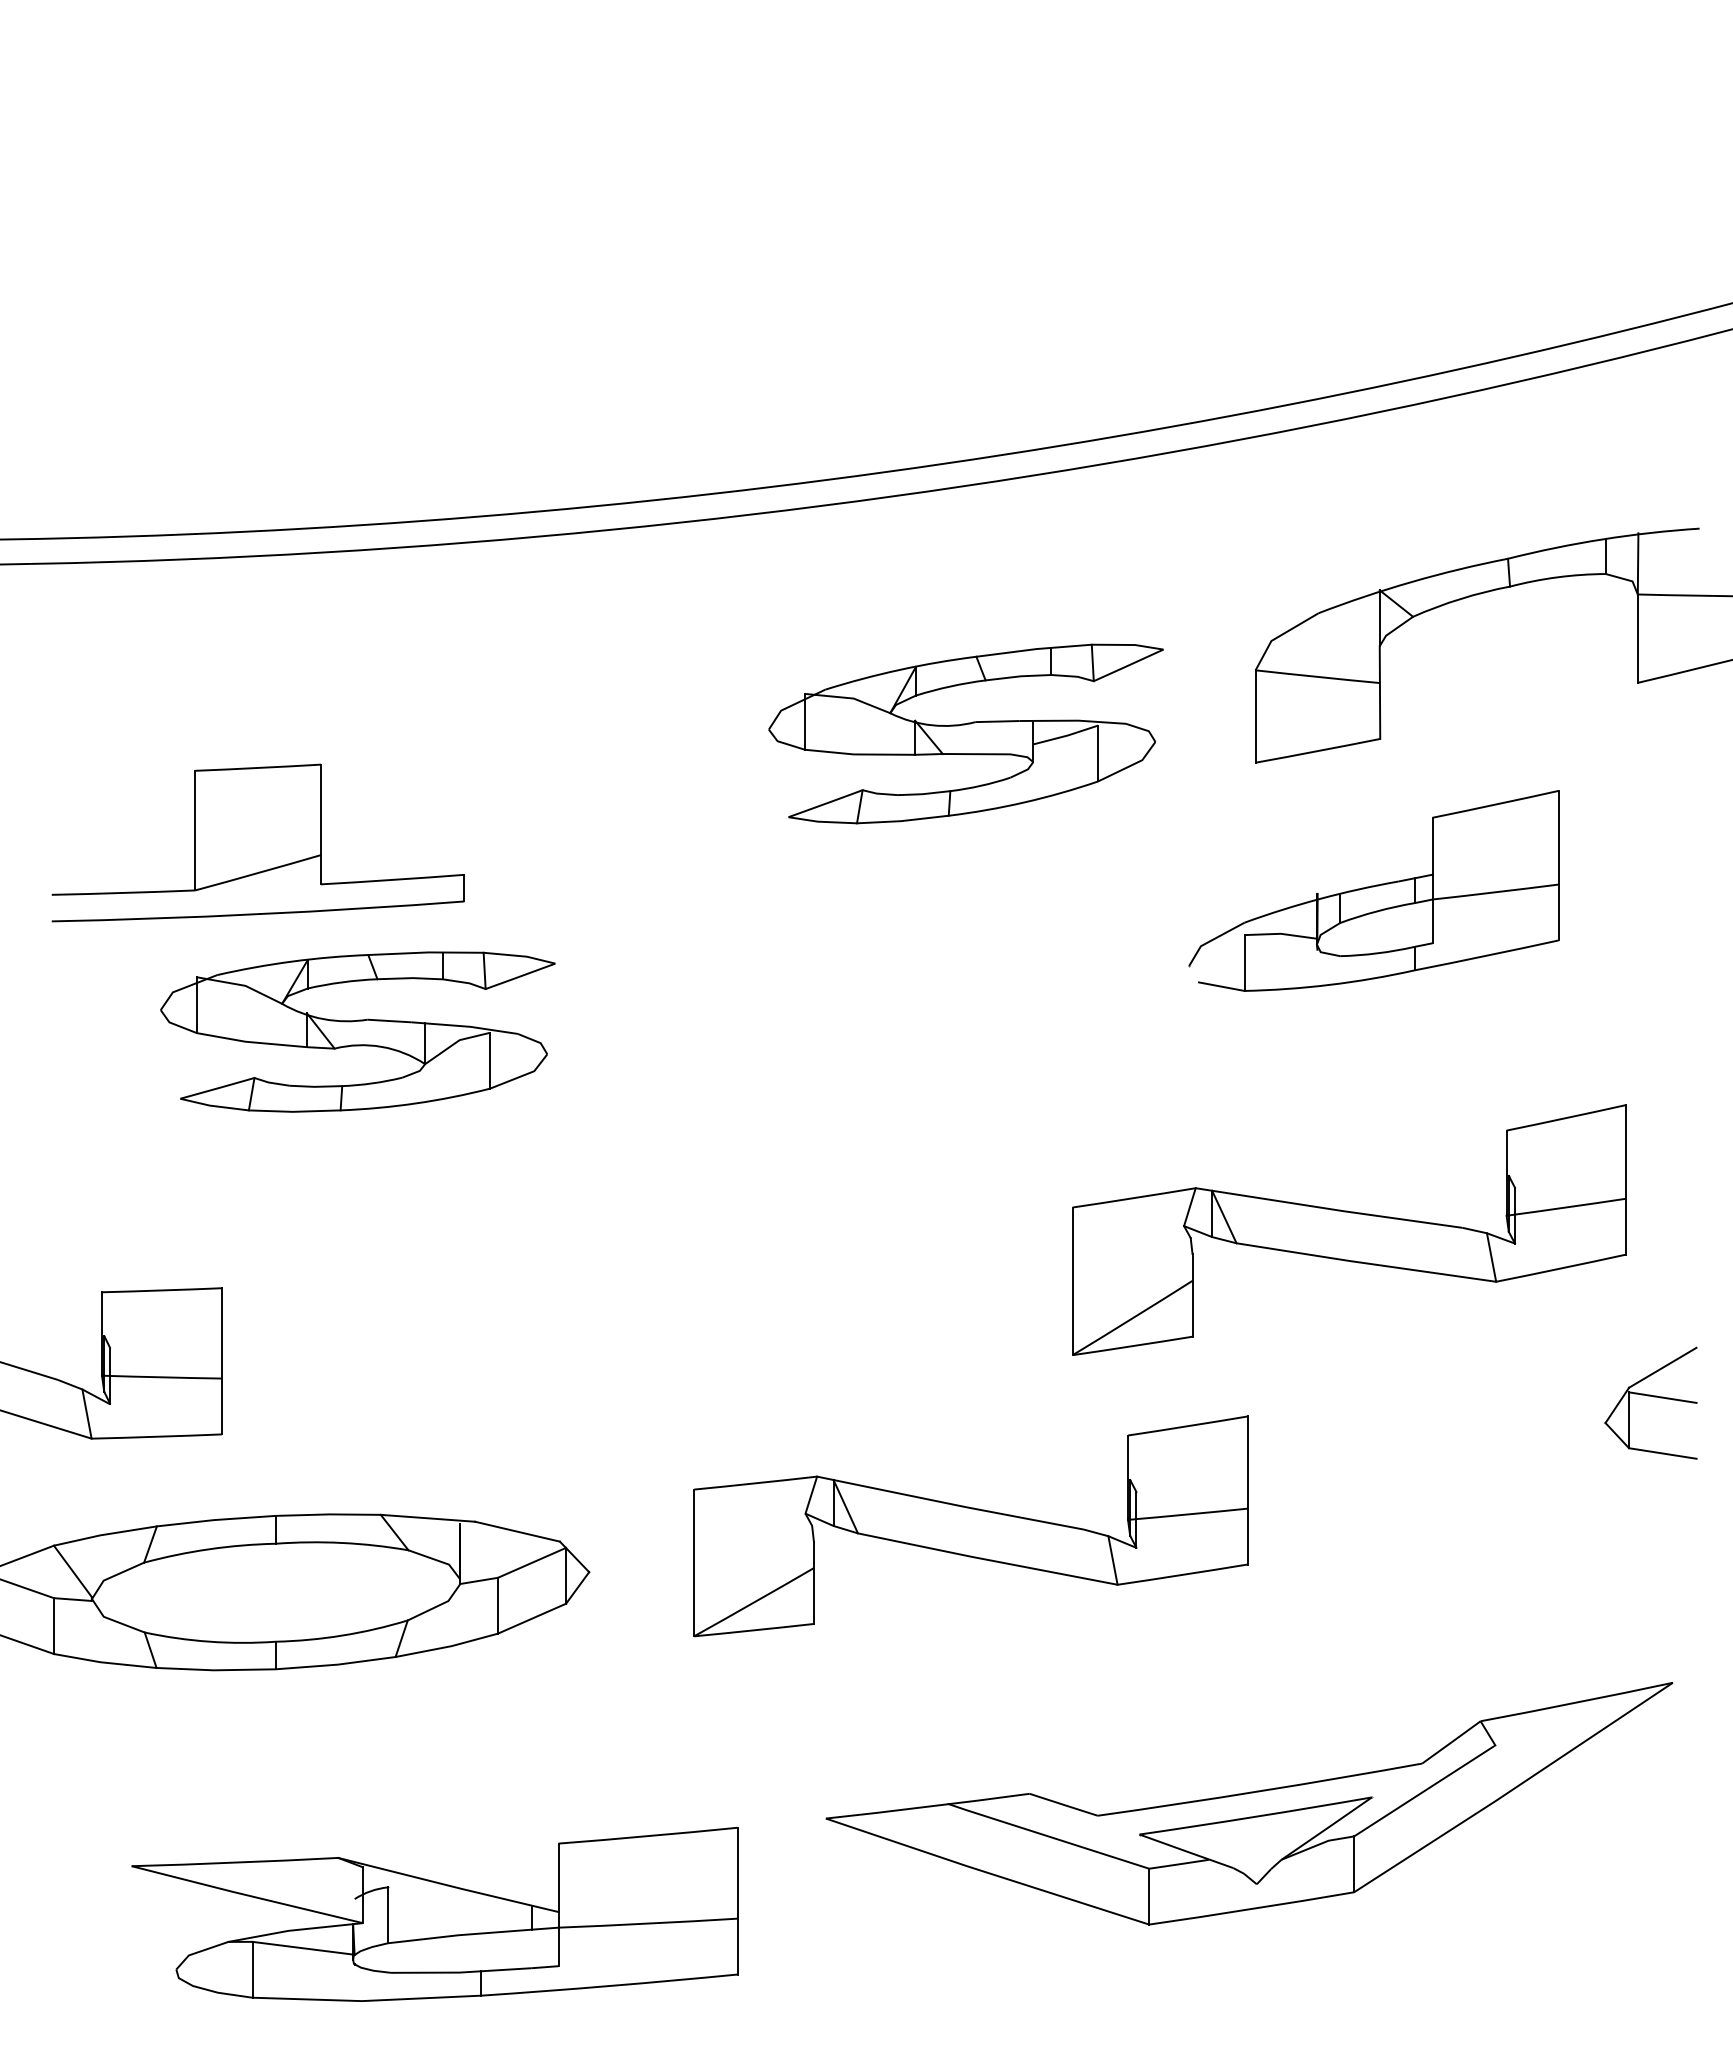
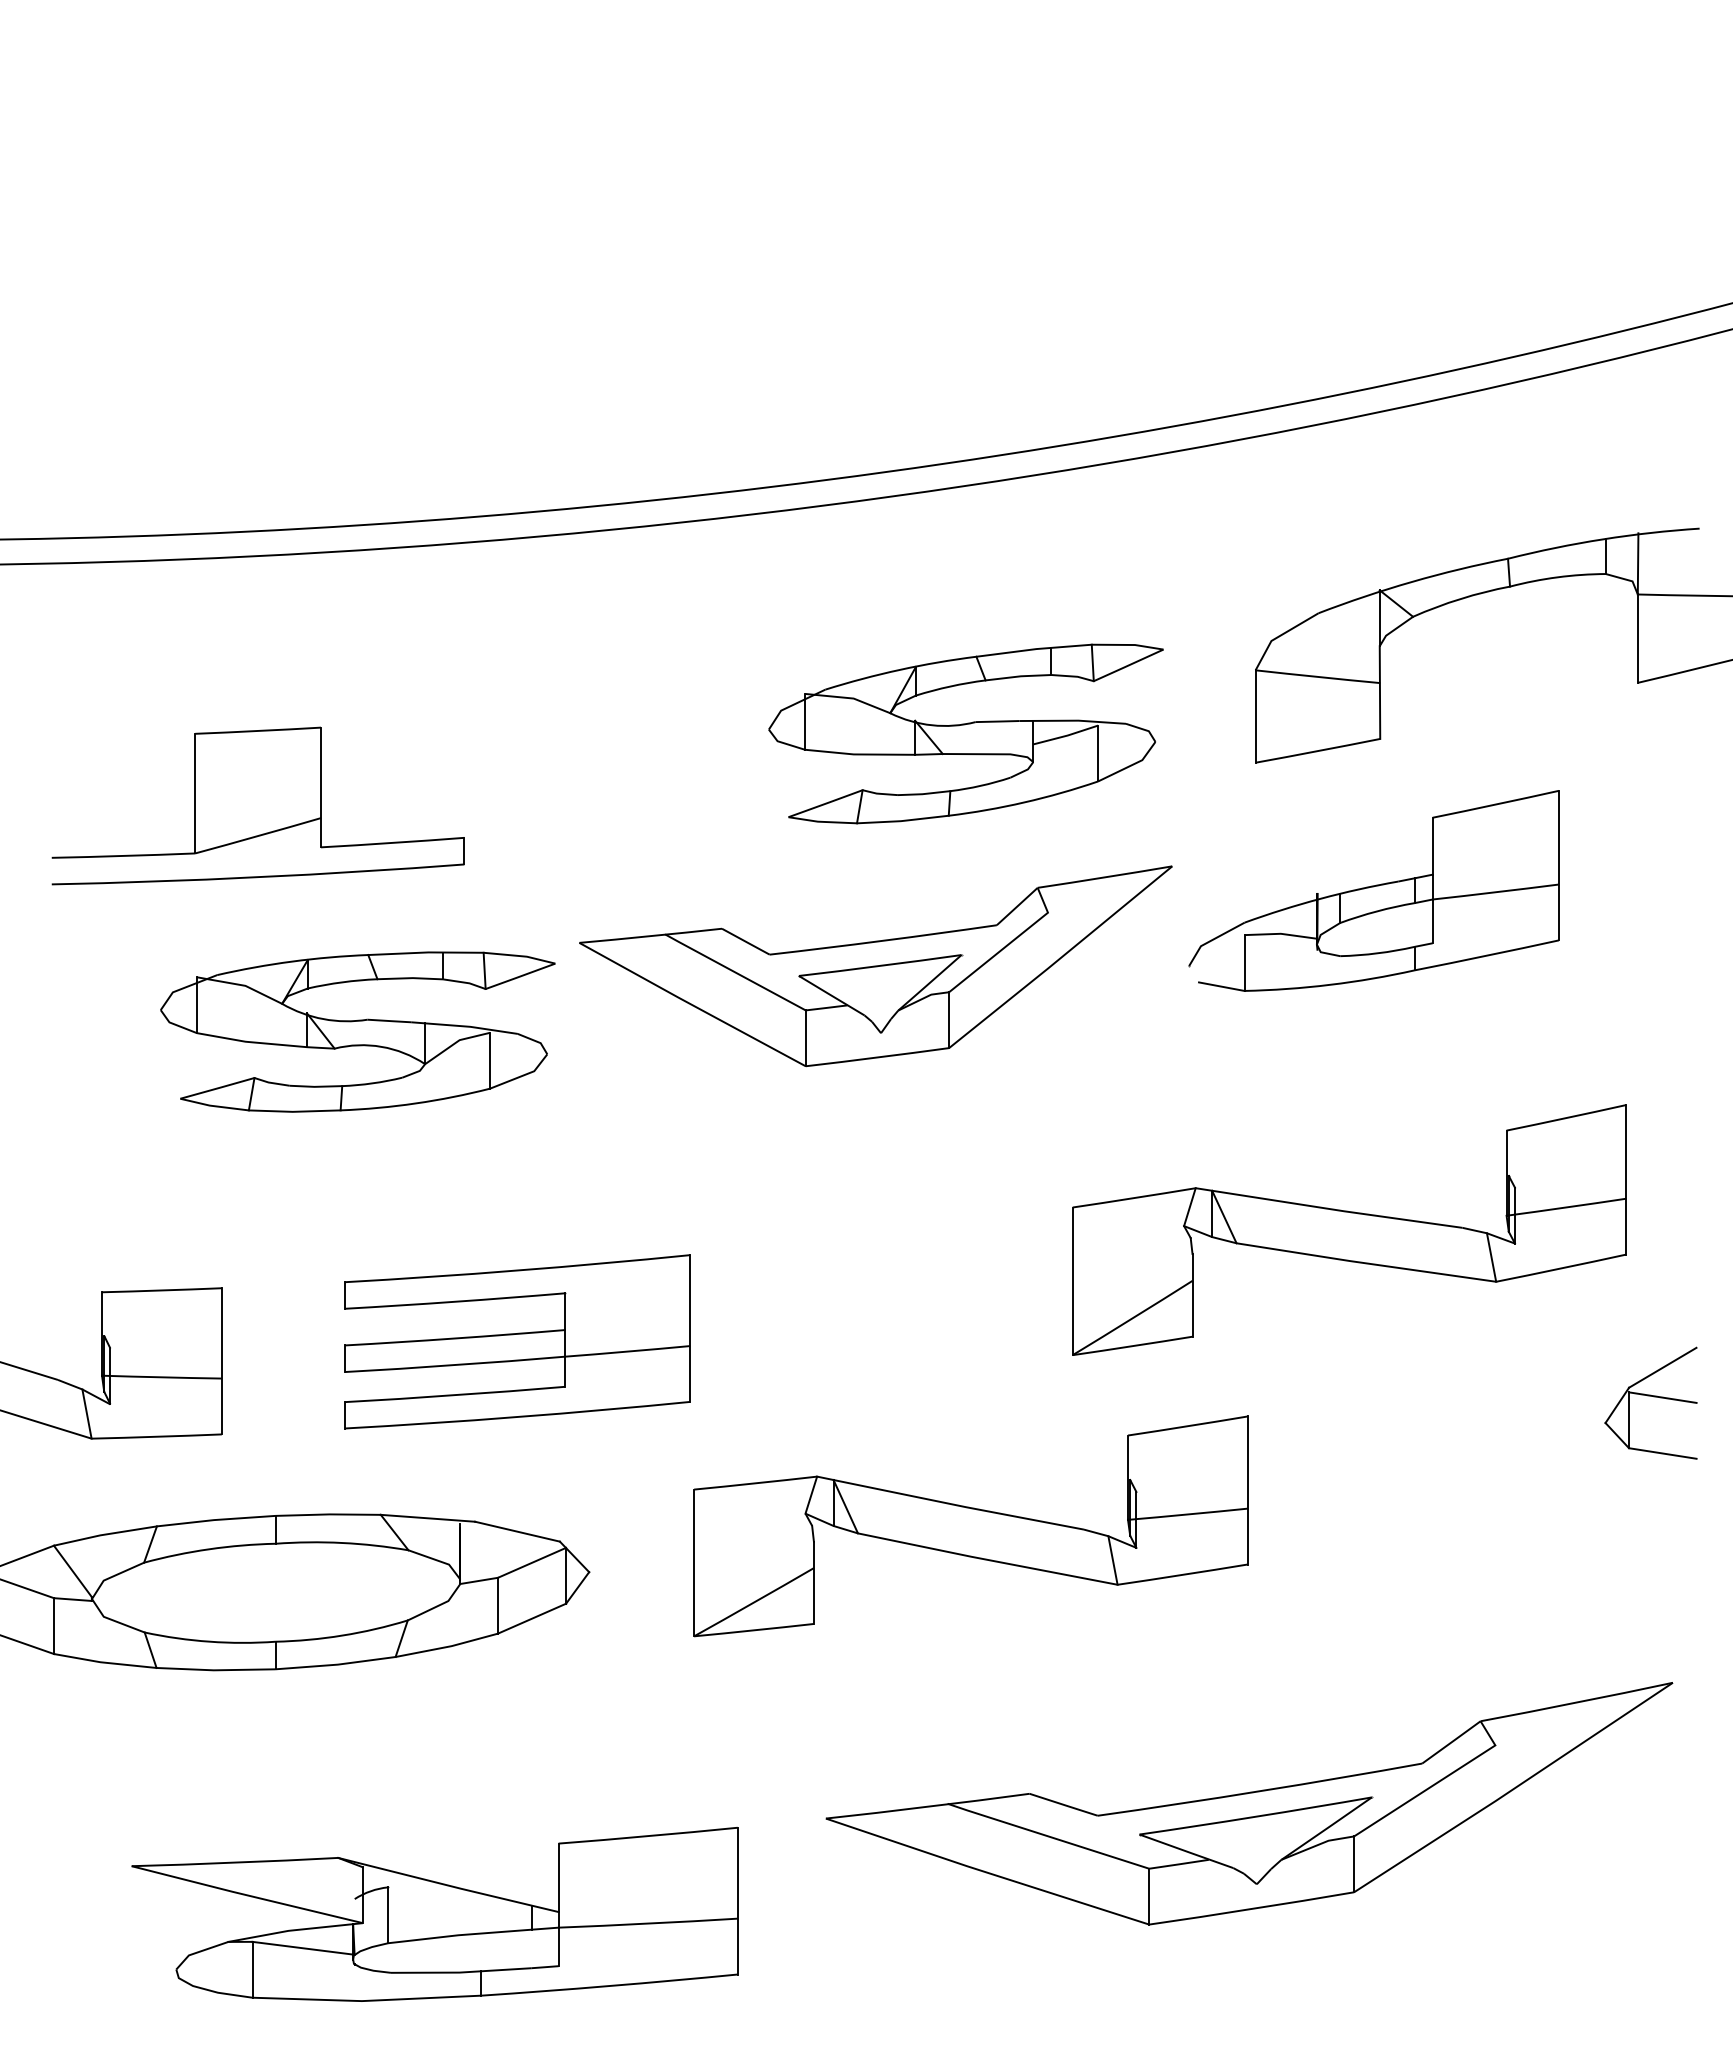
part at (257, 842) position: (257, 842) -> (257, 805)
part at (875, 966): none -> present
part at (517, 1341): none -> present
